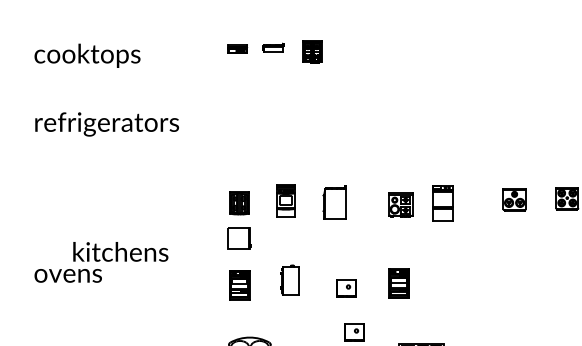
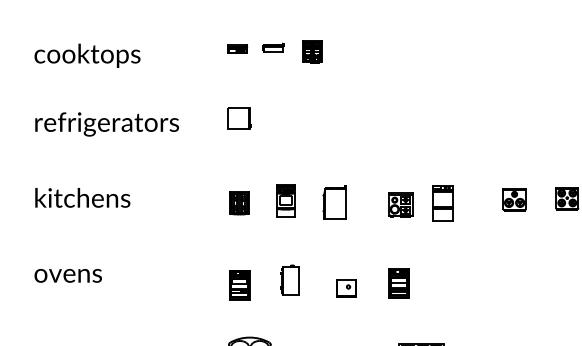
part at (239, 238) position: (239, 238) -> (239, 118)
text at (120, 251) position: (120, 251) -> (82, 197)
part at (354, 332): present -> none
